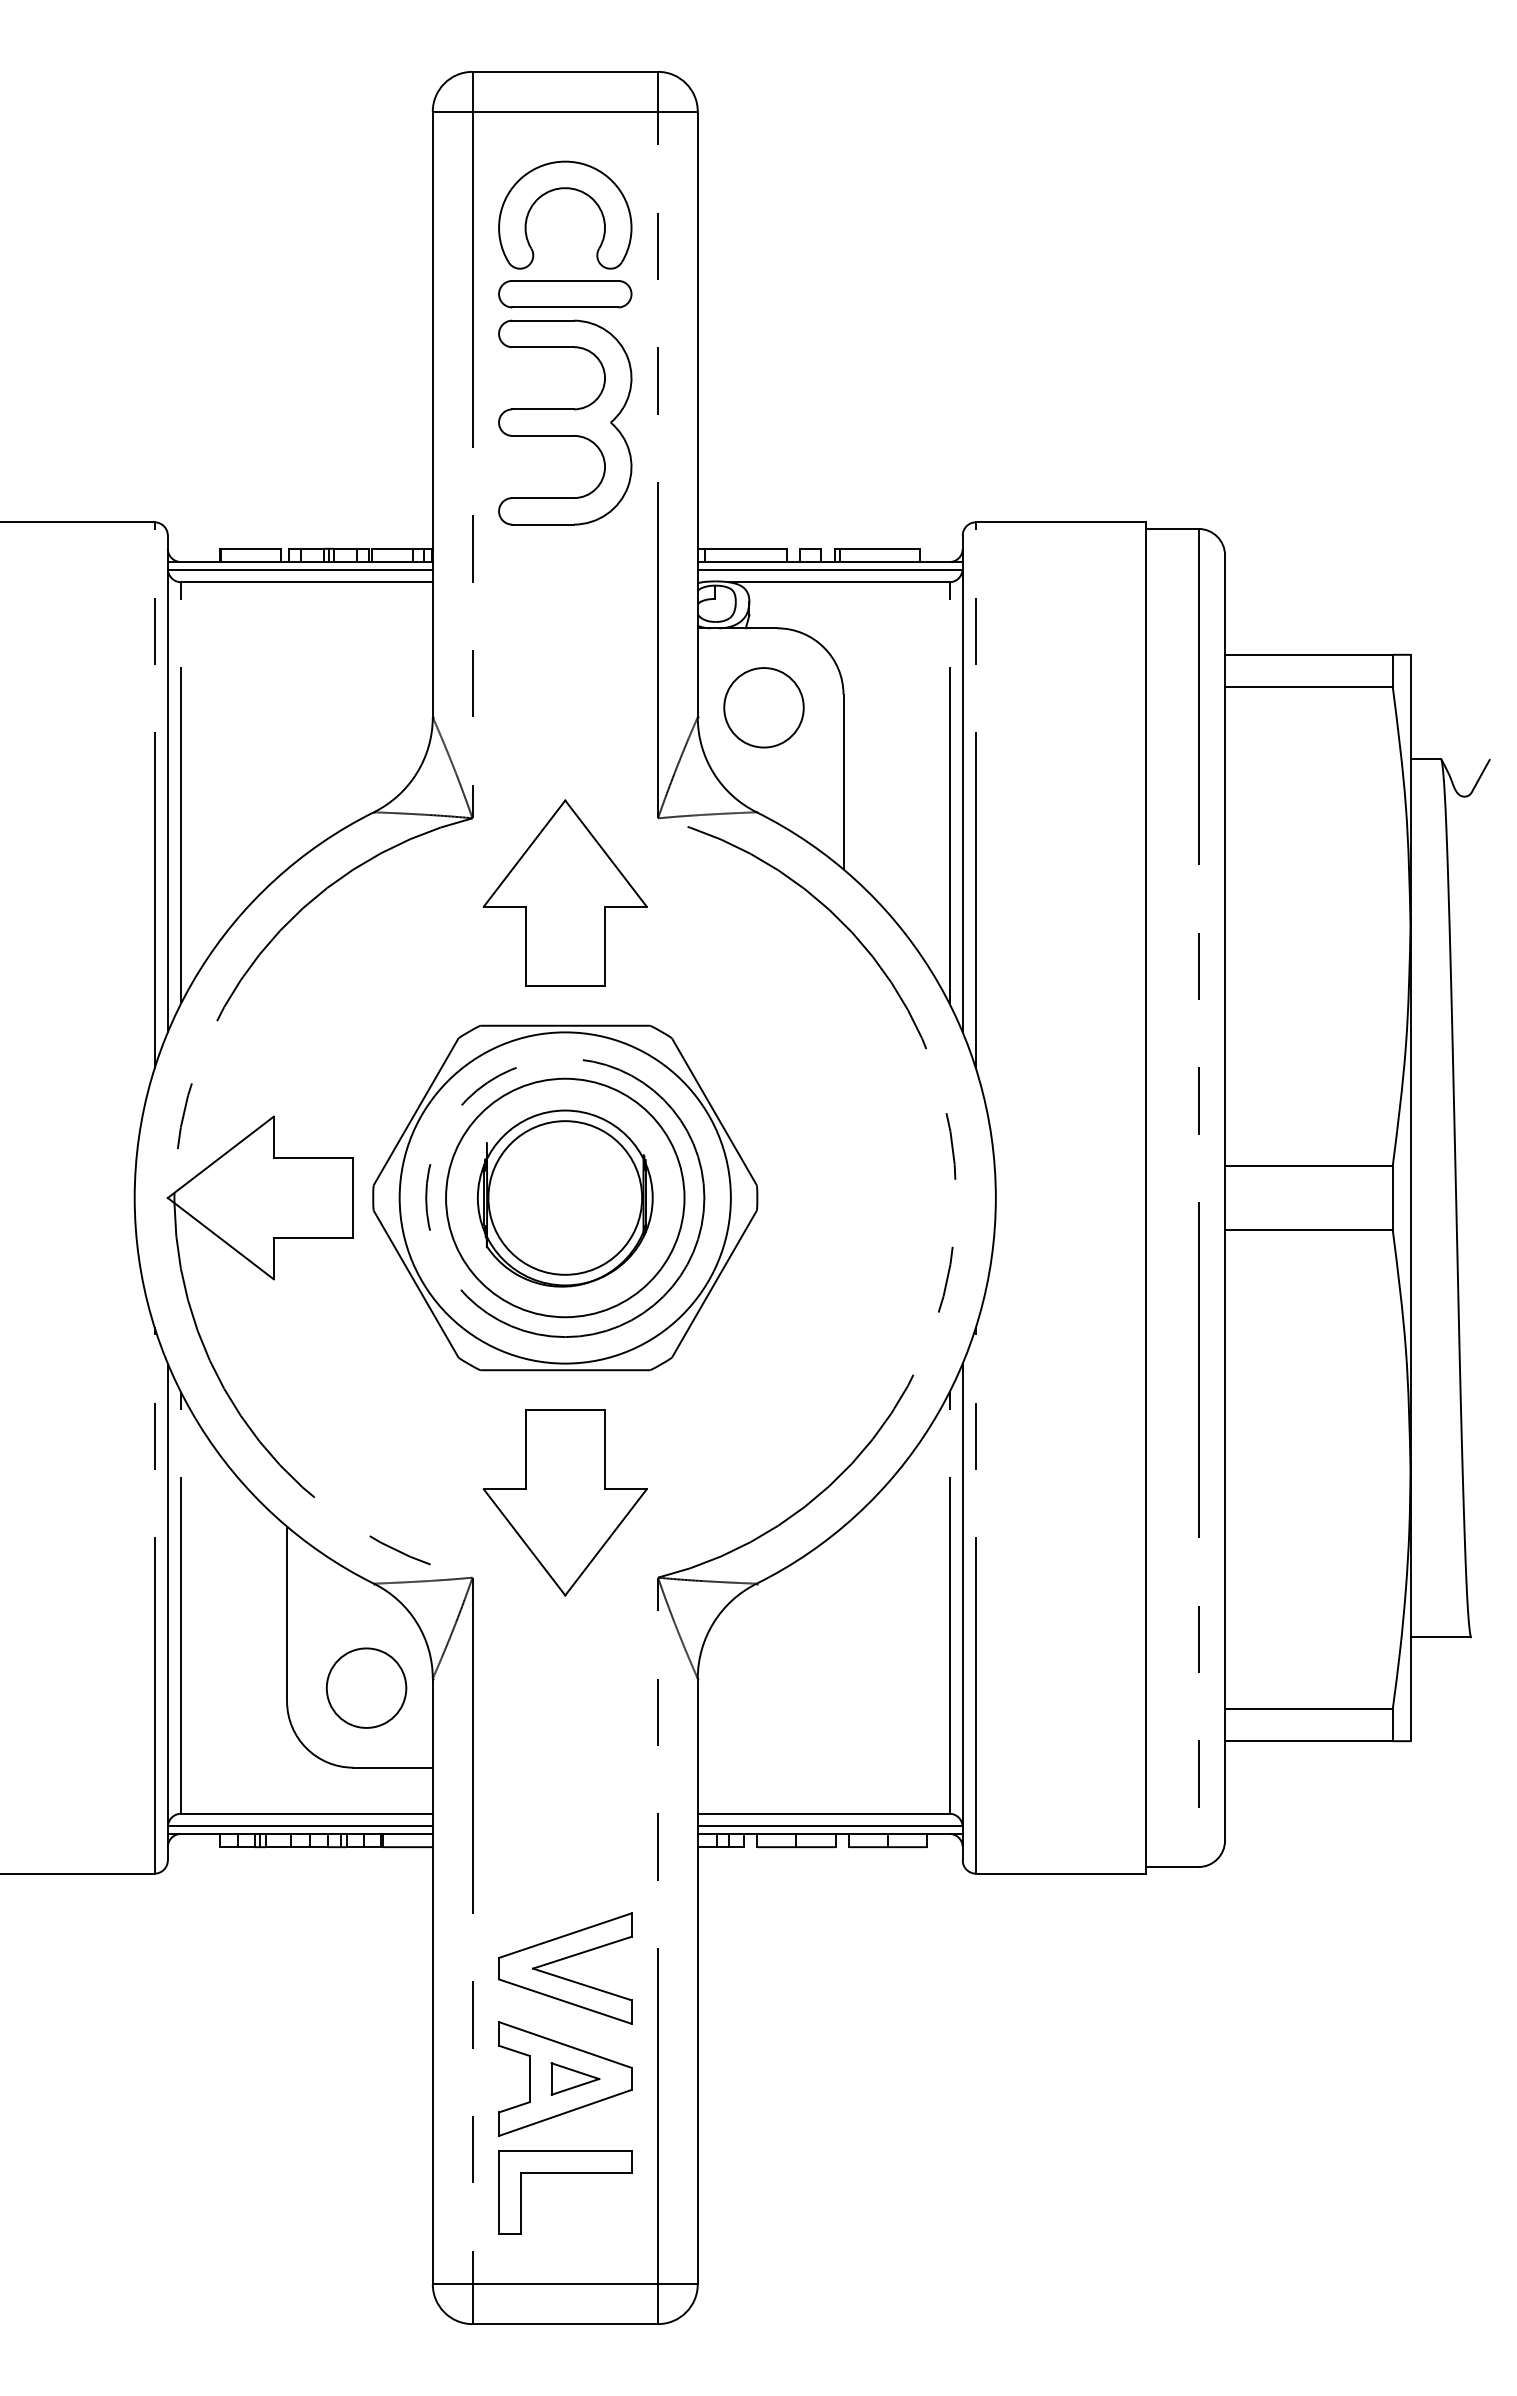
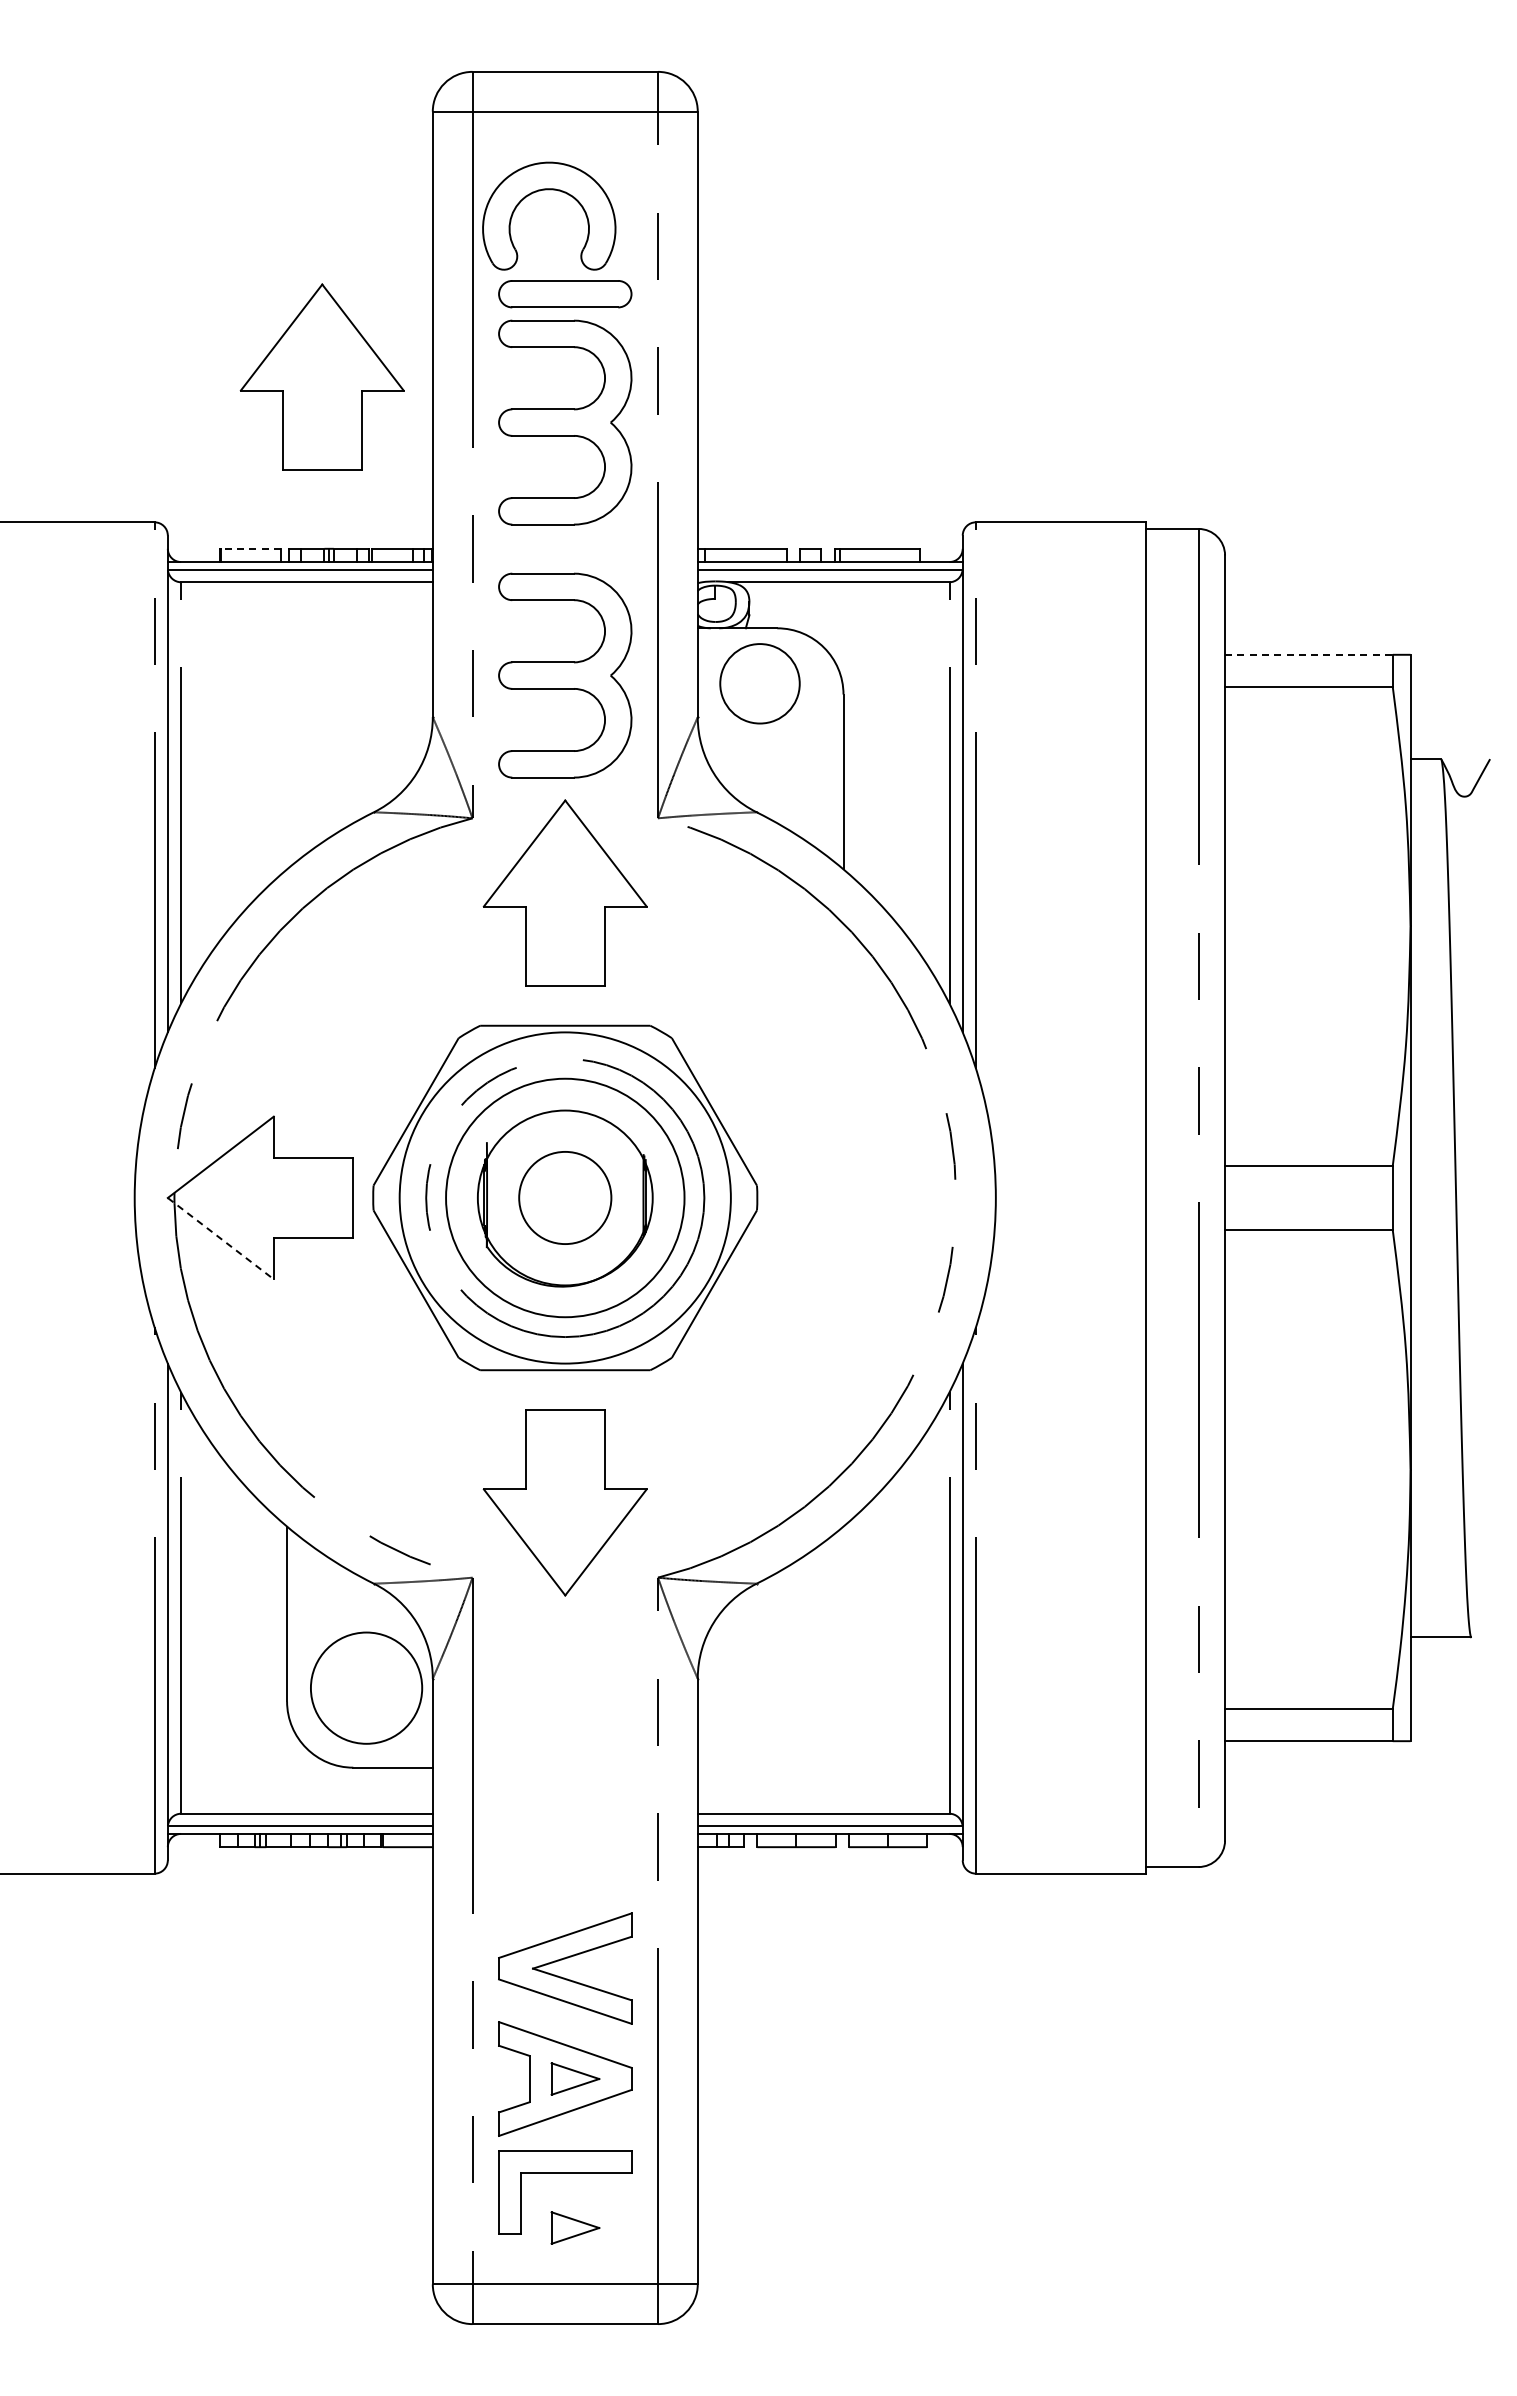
part at (565, 189) position: (565, 189) -> (549, 190)
part at (321, 376): none -> present
line at (250, 548): solid -> dashed
line at (1308, 654): solid -> dashed
part at (565, 675): none -> present
circle at (763, 707) position: (763, 707) -> (759, 683)
circle at (565, 1197) diameter: 154 px -> 92 px
line at (220, 1238): solid -> dashed
circle at (366, 1687) diameter: 79 px -> 111 px
part at (575, 2227): none -> present
